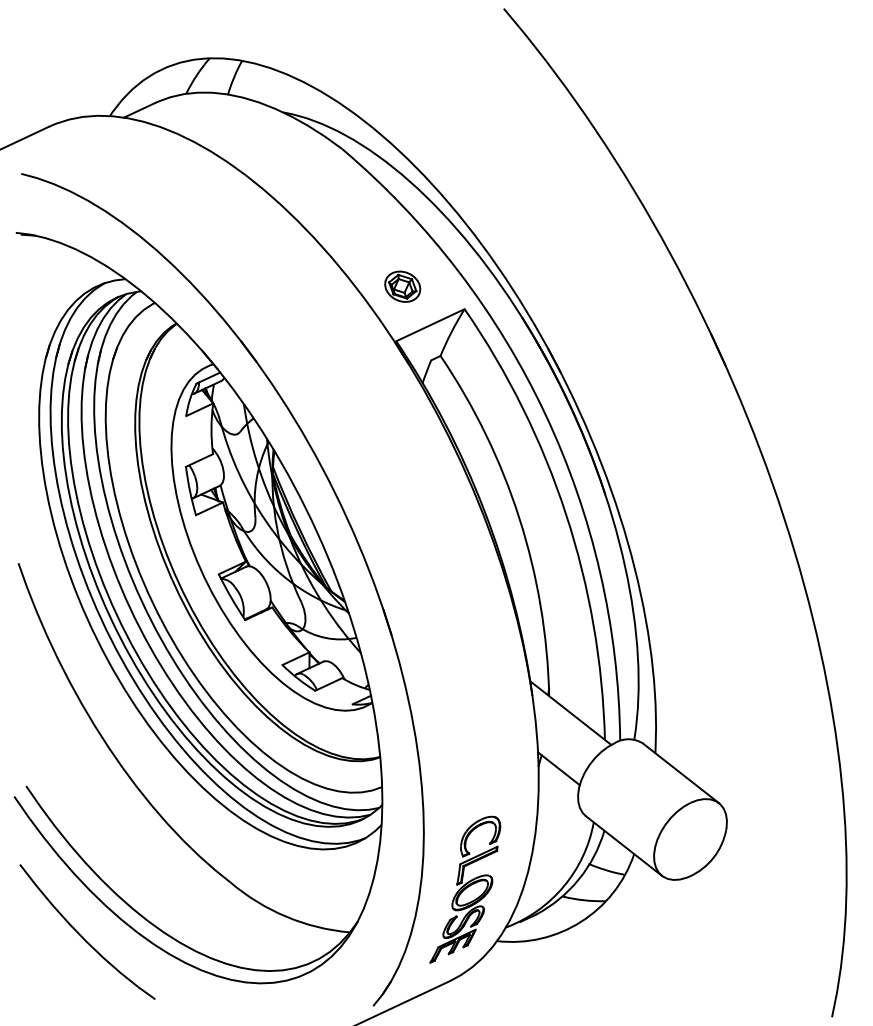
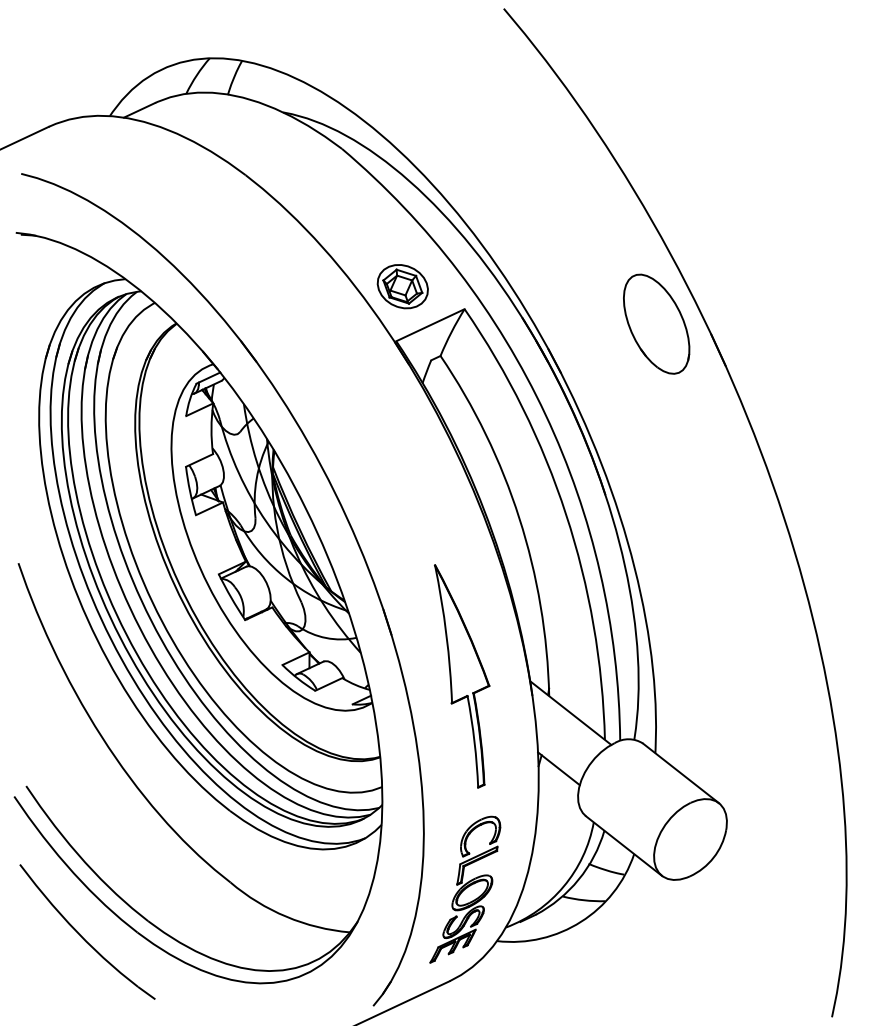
part at (402, 286) size: 38x33 px -> 53x46 px
part at (656, 323): none -> present
part at (461, 676): none -> present
